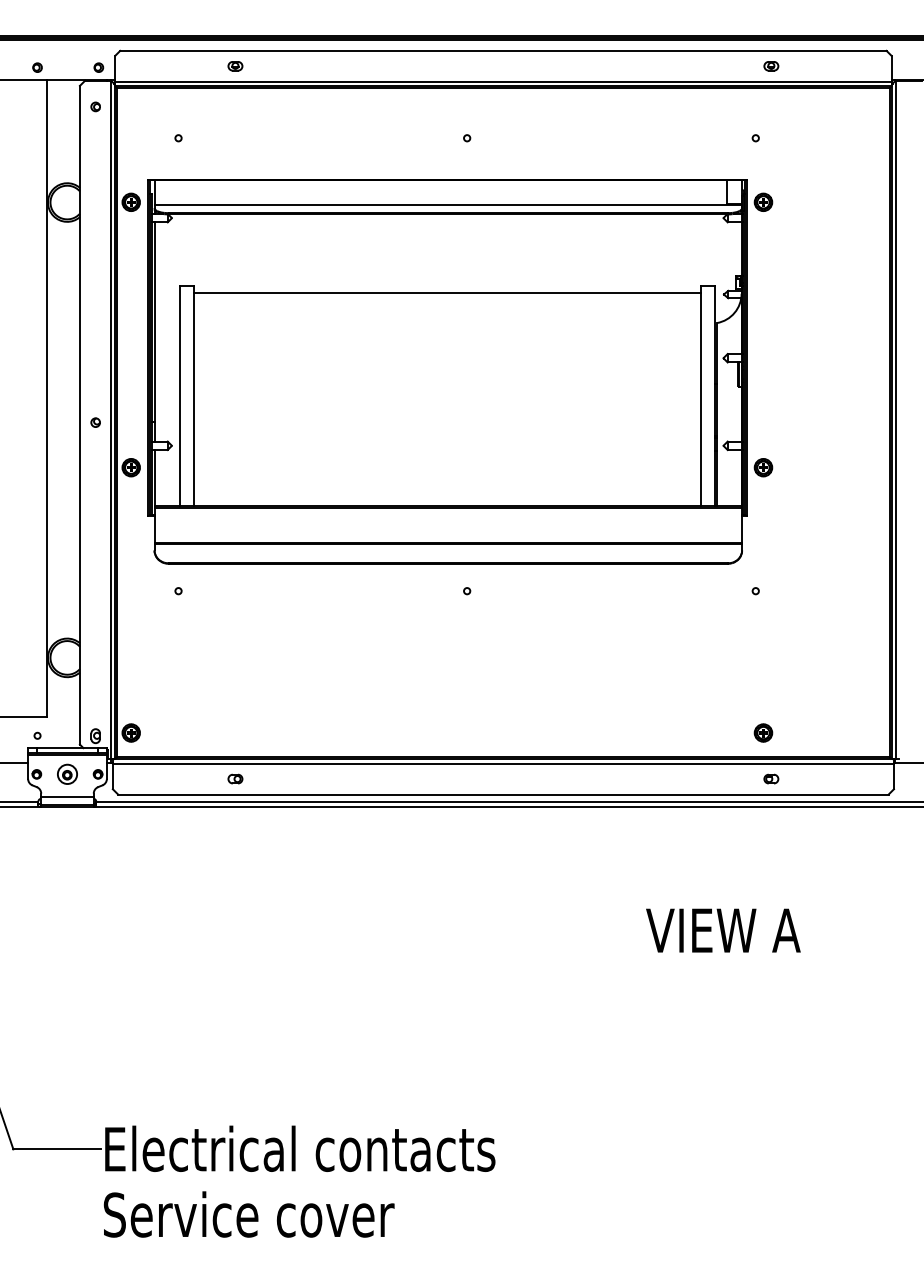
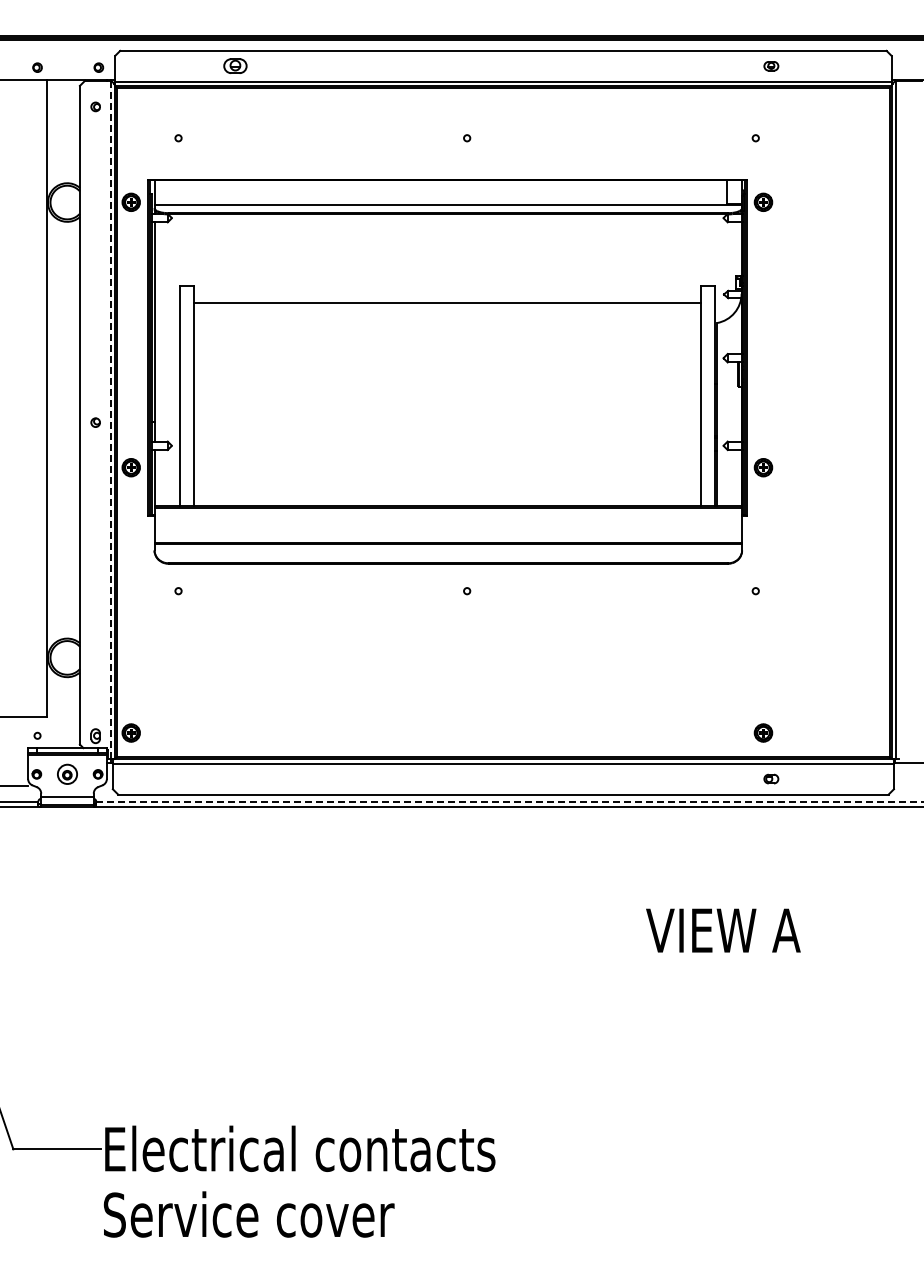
part at (235, 66) size: 17x11 px -> 25x16 px
line at (447, 293) position: (447, 293) -> (447, 303)
line at (110, 419): solid -> dashed
line at (15, 762) position: (15, 762) -> (15, 785)
part at (235, 778): present -> none
line at (510, 801): solid -> dashed
